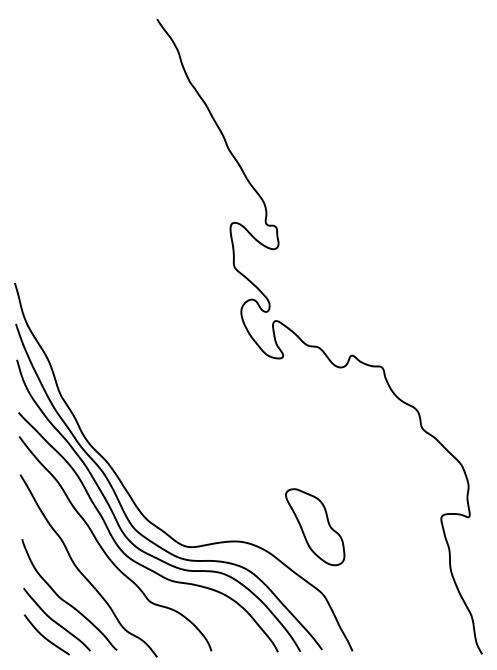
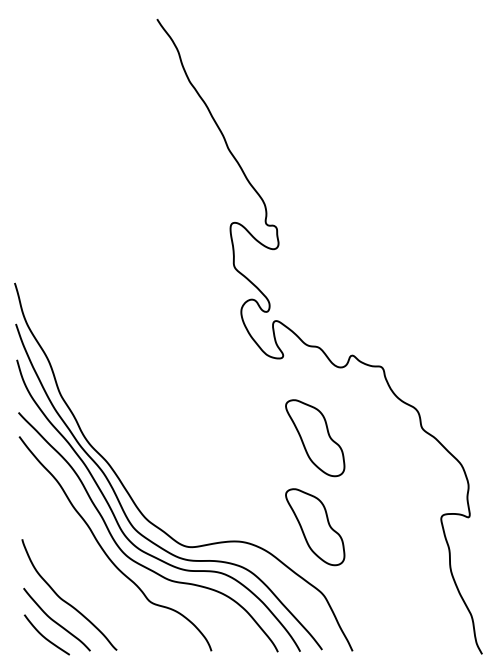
part at (315, 438): none -> present
part at (81, 571): present -> none
